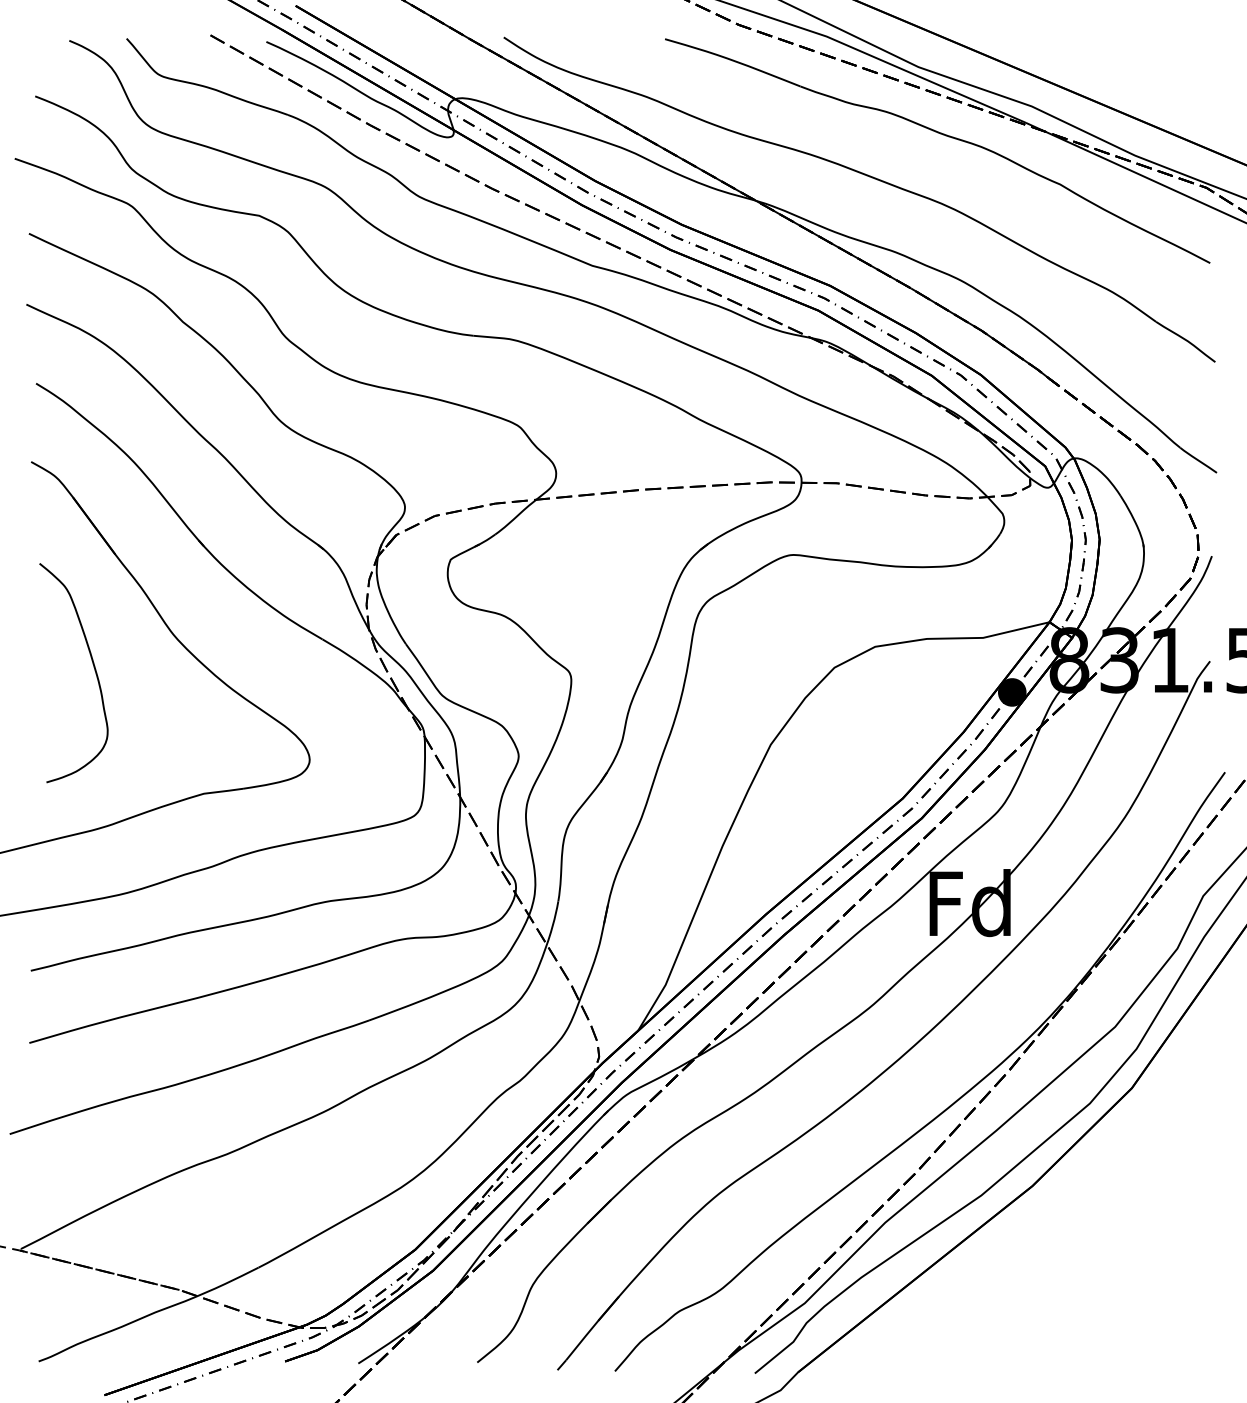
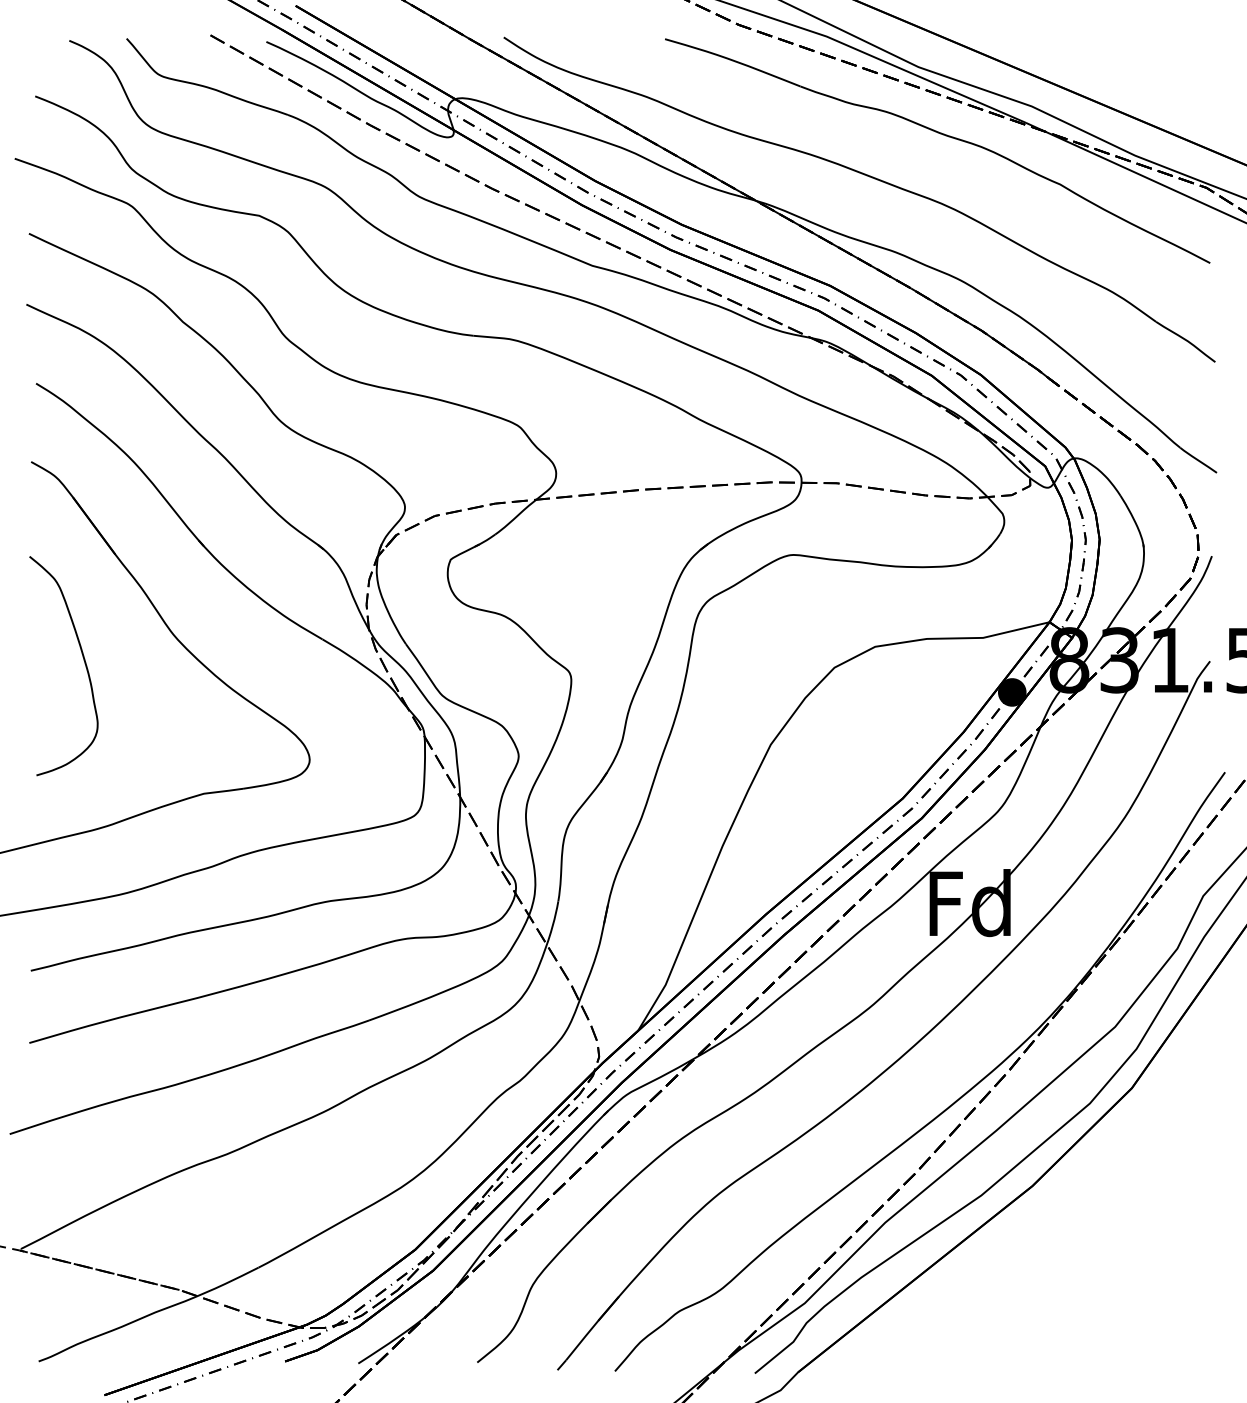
curve at (93, 667) position: (93, 667) -> (83, 660)
